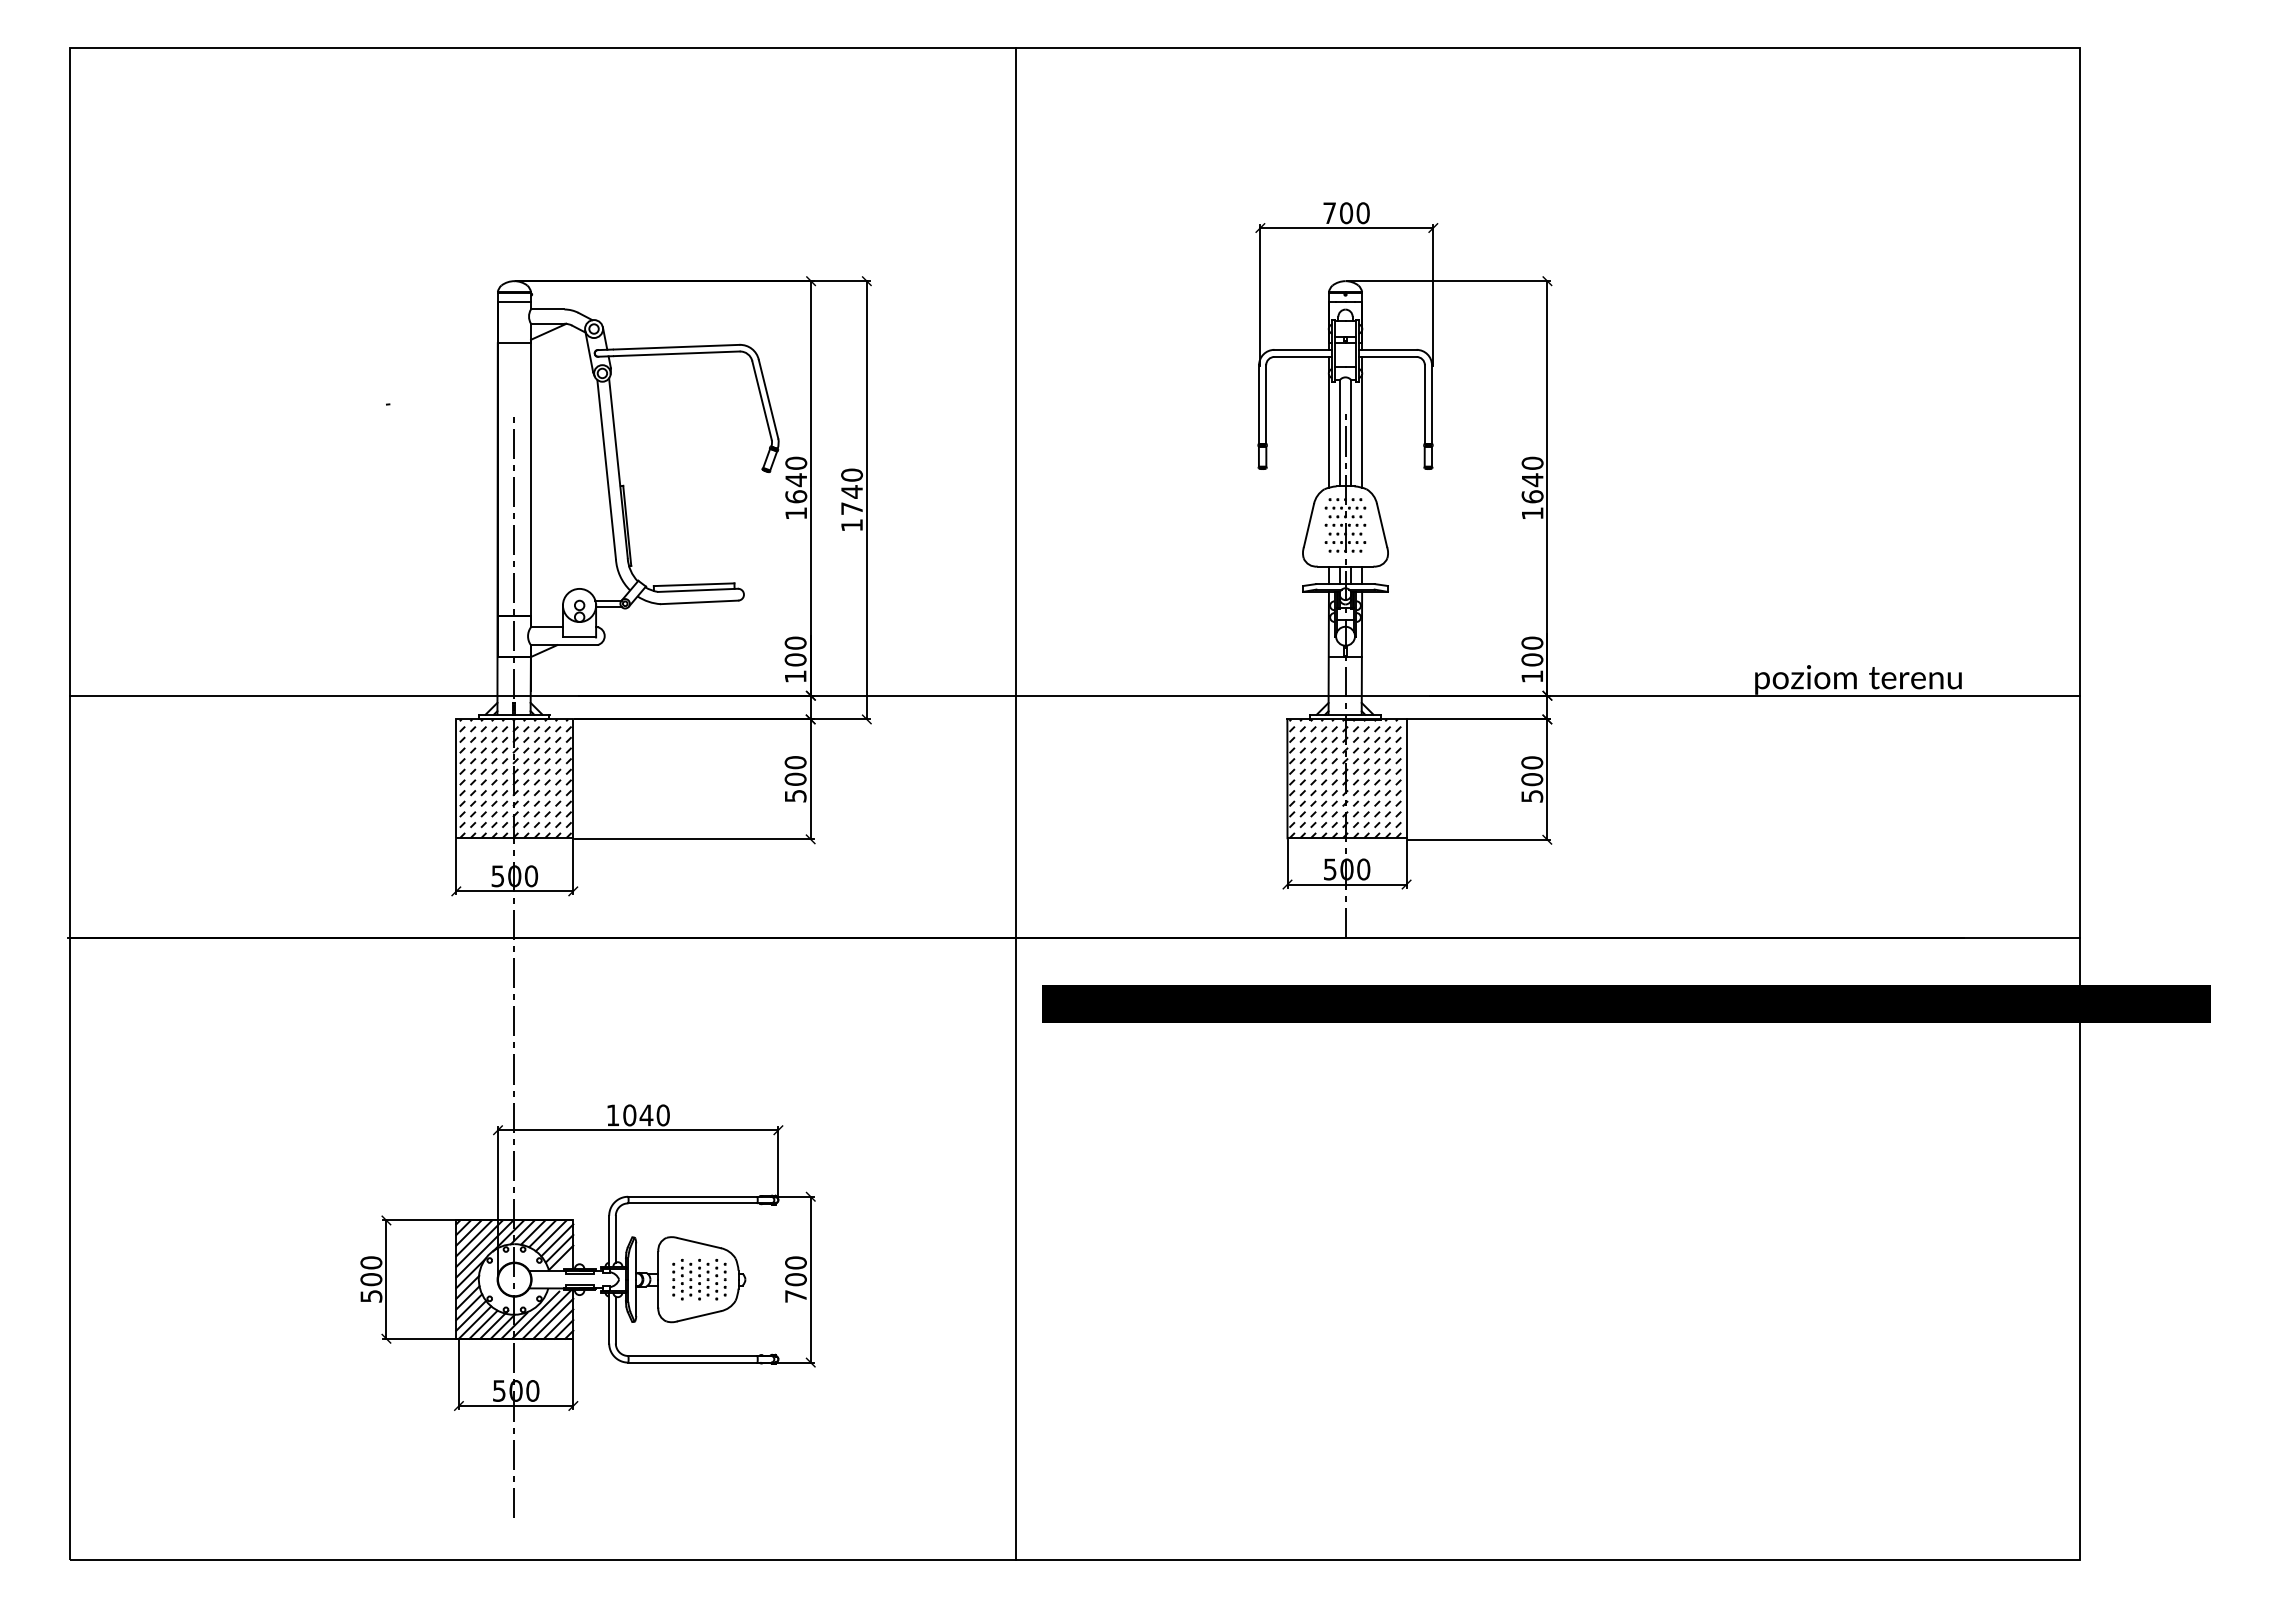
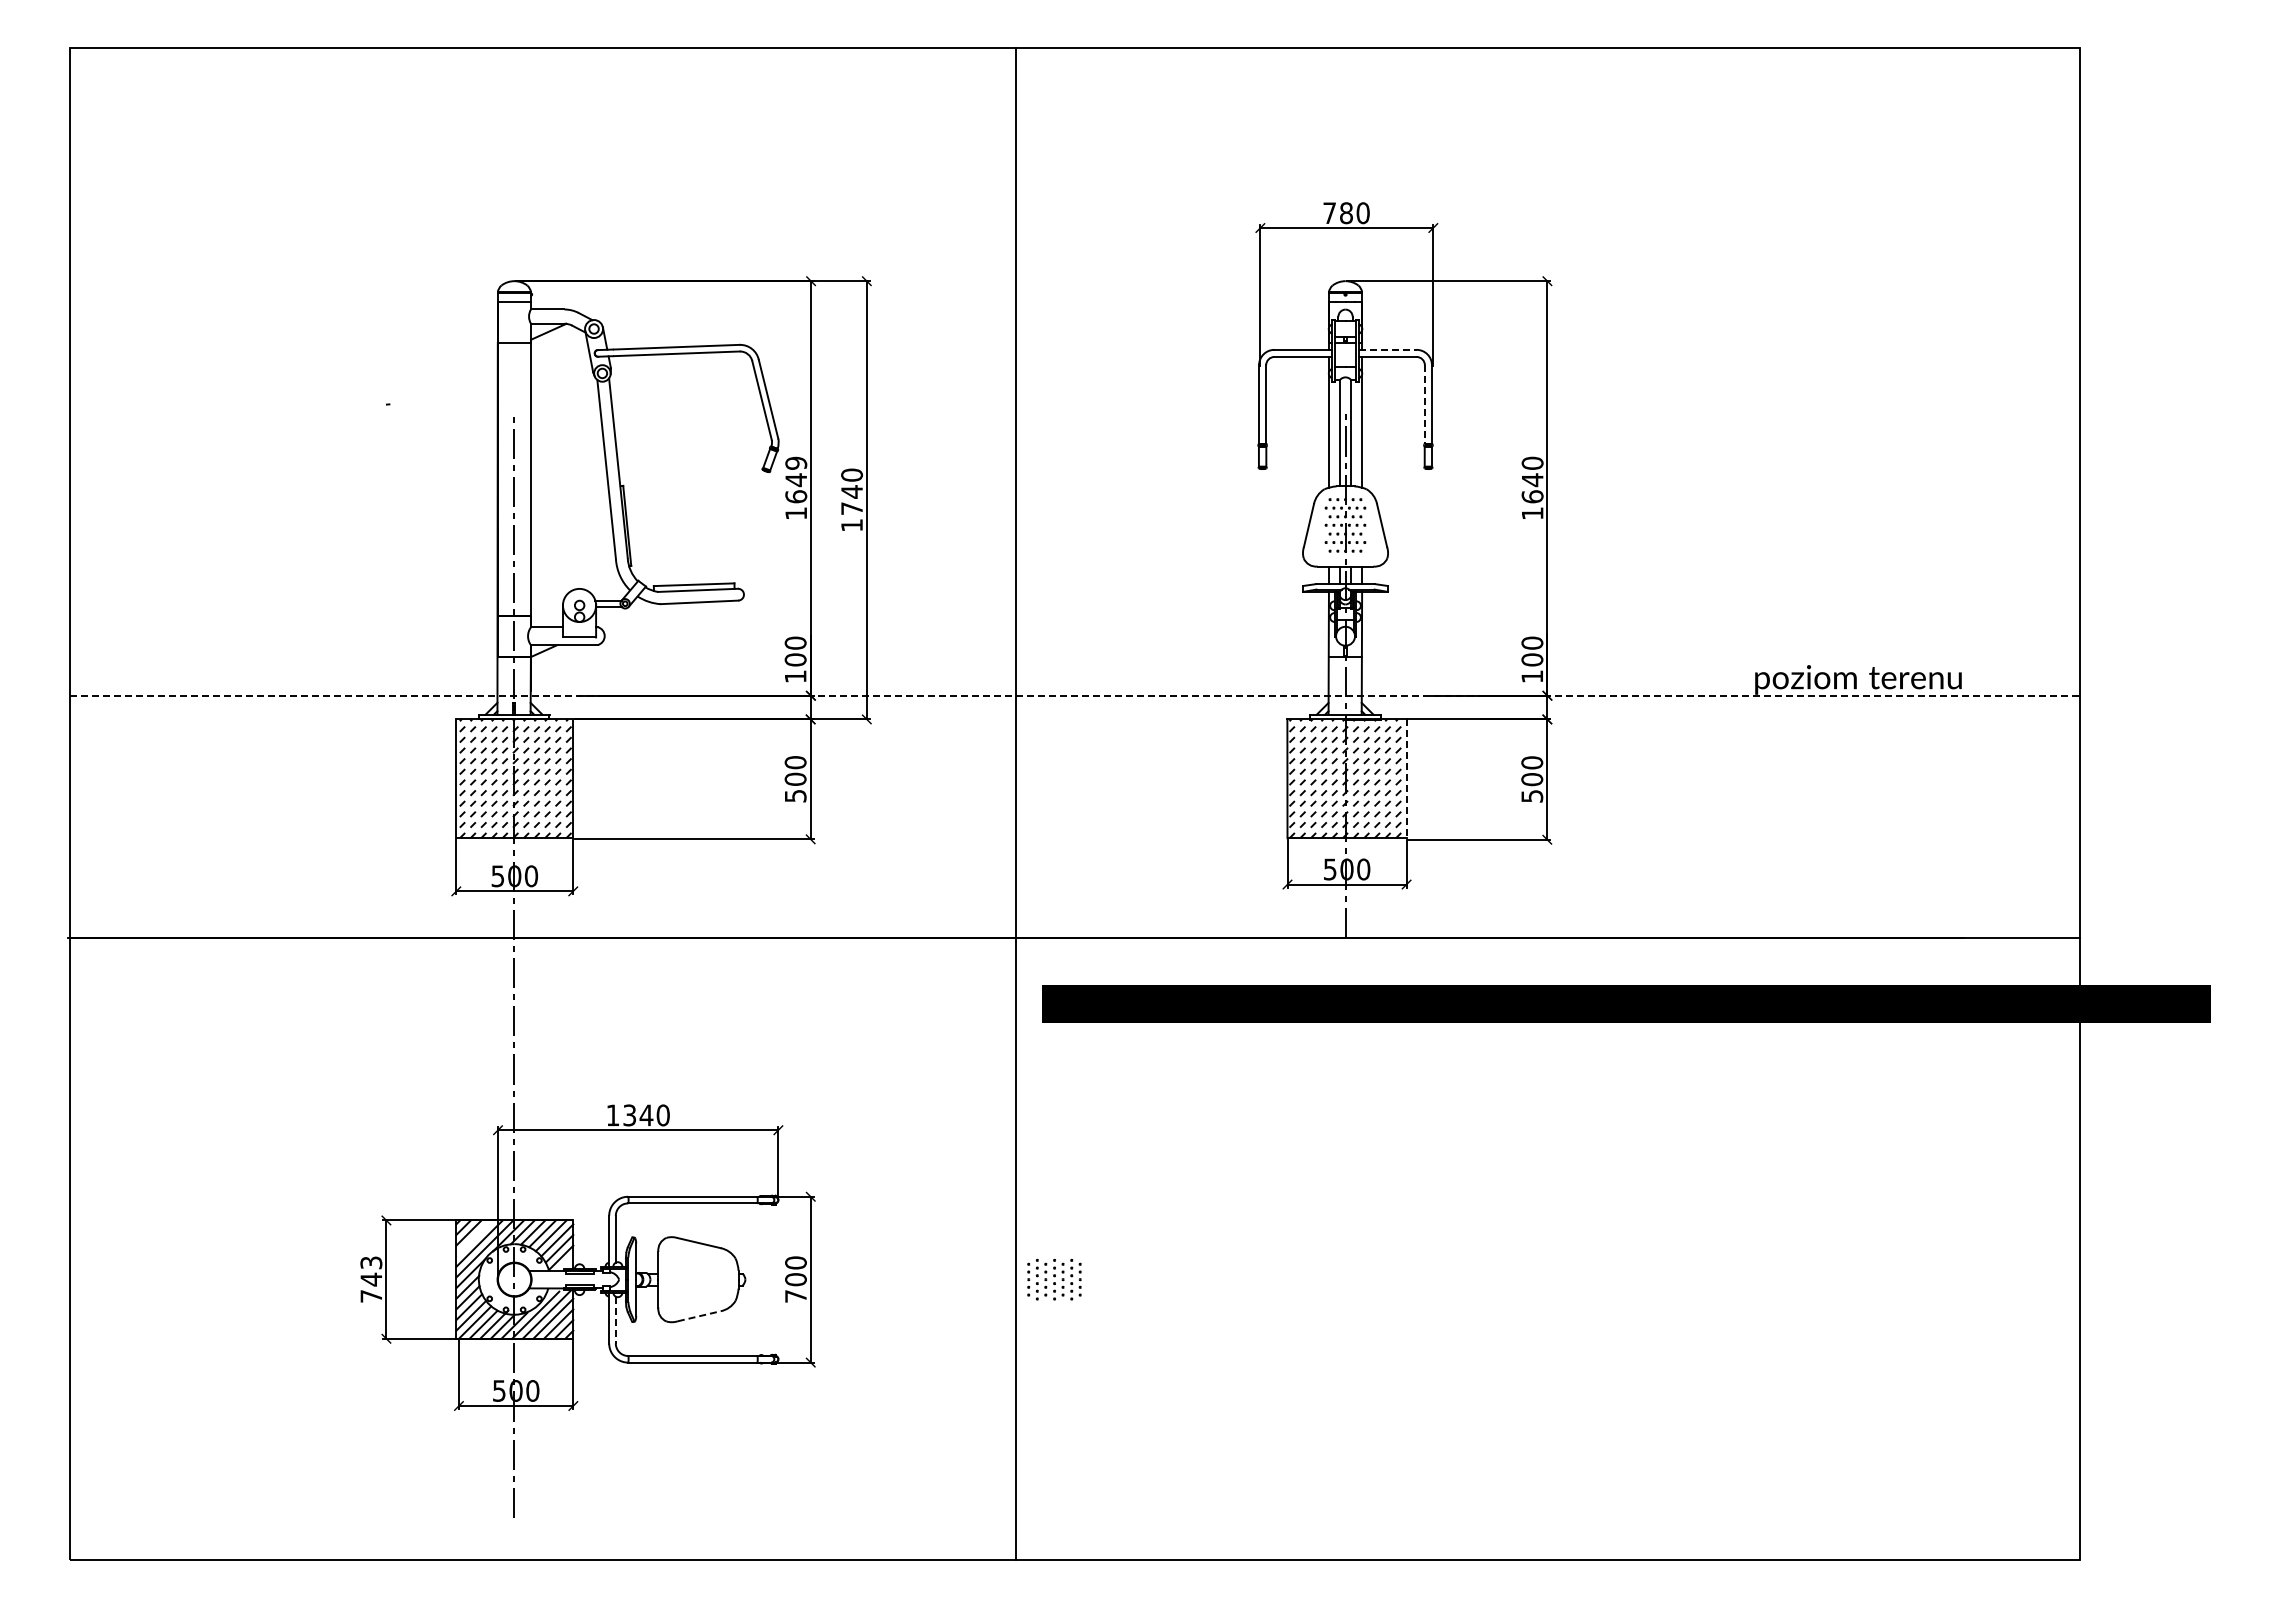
text at (1346, 212): 700 -> 780
line at (1388, 349): solid -> dashed
line at (1424, 405): solid -> dashed
text at (796, 462): 1640 -> 1649
line at (1074, 695): solid -> dashed
line at (1406, 779): solid -> dashed
text at (629, 1115): 1040 -> 1340
line at (474, 1238): present -> none
text at (371, 1279): 500 -> 743
part at (699, 1279) position: (699, 1279) -> (1054, 1279)
line at (699, 1316): solid -> dashed
line at (615, 1320): solid -> dashed
